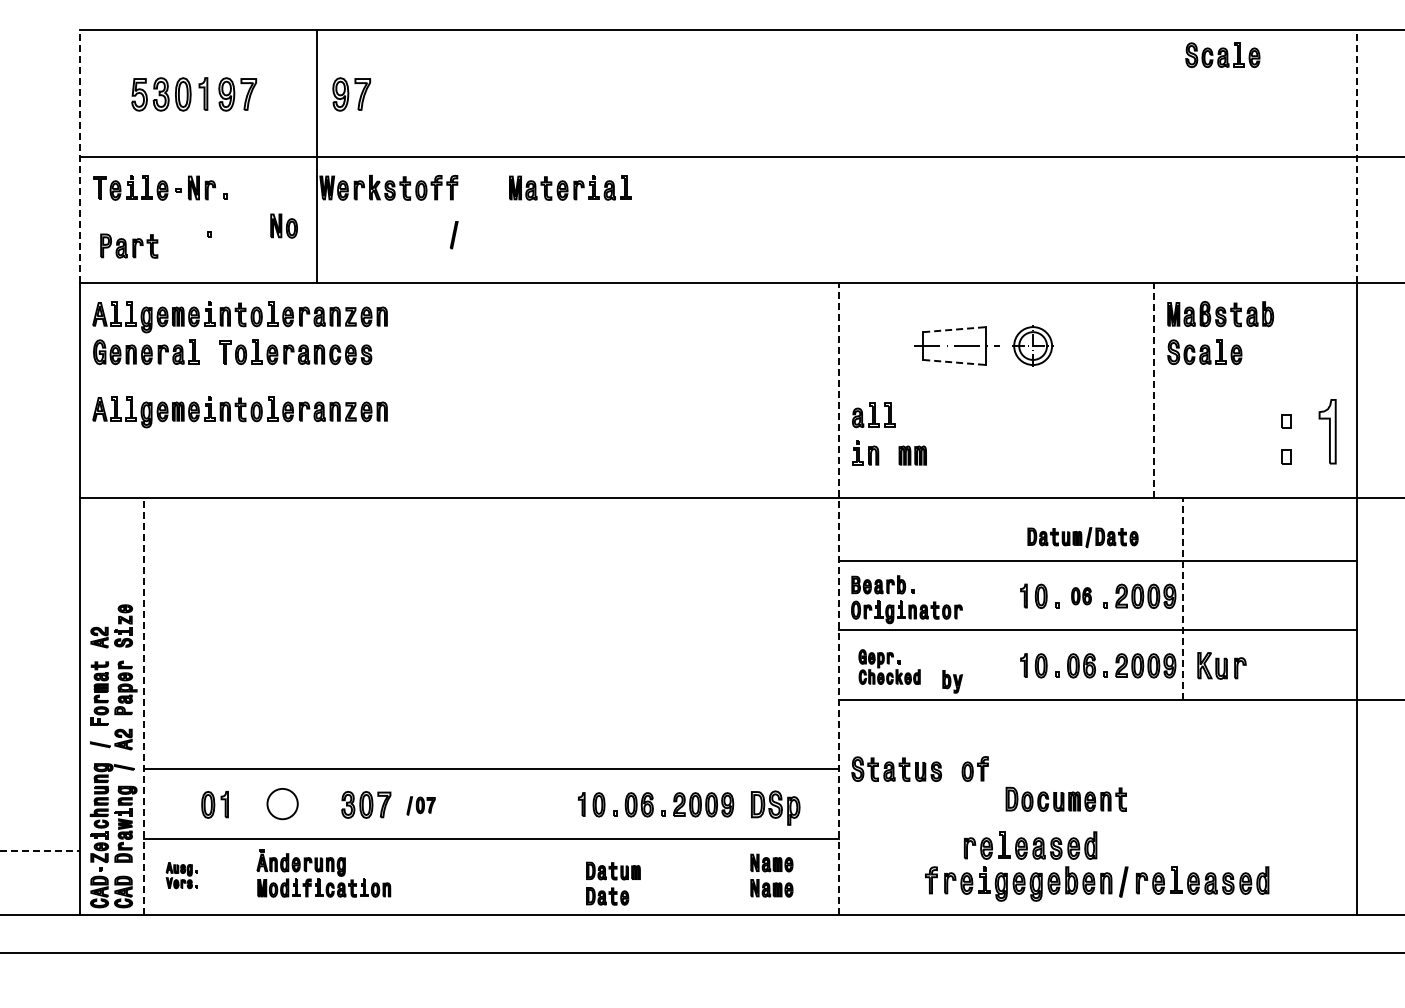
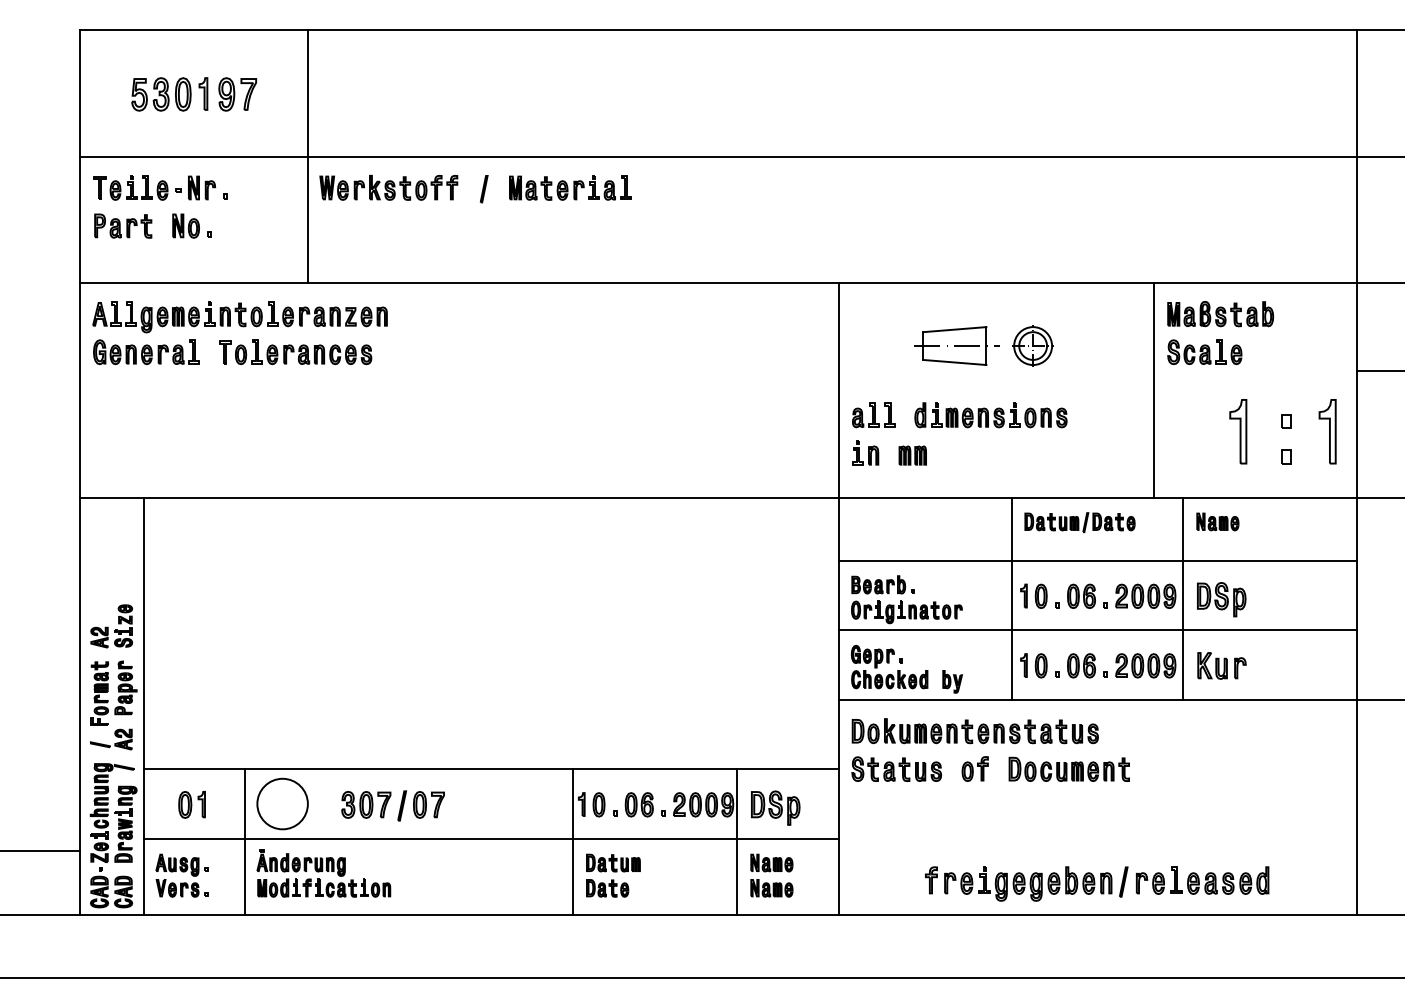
part at (1222, 55): present -> none
part at (351, 94): present -> none
line at (80, 156): dashed -> solid
line at (316, 156) position: (316, 156) -> (307, 156)
line at (1356, 156): dashed -> solid
part at (283, 225) position: (283, 225) -> (185, 225)
line at (453, 235) position: (453, 235) -> (483, 189)
part at (129, 245) position: (129, 245) -> (123, 225)
line at (954, 329): dashed -> solid
line at (954, 362): dashed -> solid
line at (1378, 371): none -> present
line at (1154, 389): dashed -> solid
part at (239, 412): present -> none
part at (990, 415): none -> present
part at (1238, 431): none -> present
part at (1217, 521): none -> present
part at (1082, 537) position: (1082, 537) -> (1079, 522)
part at (1081, 596) size: 21x19 px -> 29x26 px
line at (838, 598): dashed -> solid
line at (1011, 598): none -> present
line at (1183, 598): dashed -> solid
part at (1221, 599): none -> present
part at (889, 666) size: 63x36 px -> 79x46 px
line at (143, 705): dashed -> solid
part at (974, 731): none -> present
part at (1065, 798) position: (1065, 798) -> (1068, 768)
circle at (282, 803) diameter: 30 px -> 51 px
part at (214, 804) position: (214, 804) -> (191, 804)
part at (420, 805) size: 30x20 px -> 48x32 px
line at (244, 841): none -> present
line at (573, 841): none -> present
line at (737, 841): none -> present
part at (1030, 845): present -> none
line at (40, 851): dashed -> solid
part at (181, 875) size: 33x28 px -> 54x45 px
part at (613, 883) position: (613, 883) -> (613, 875)
line at (701, 952) position: (701, 952) -> (701, 977)
